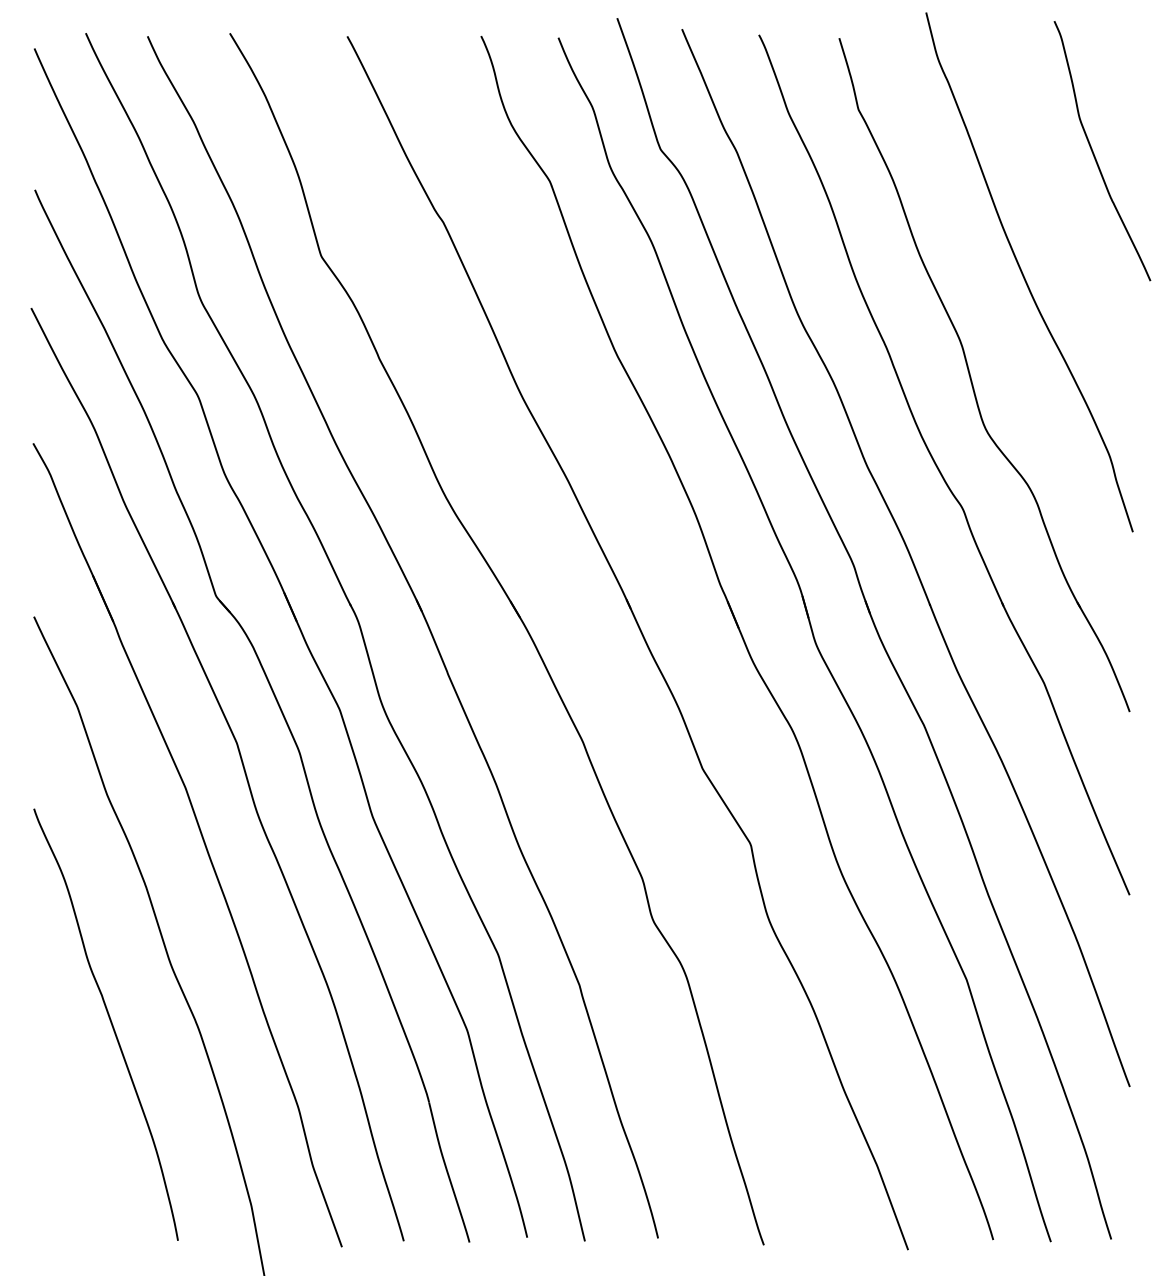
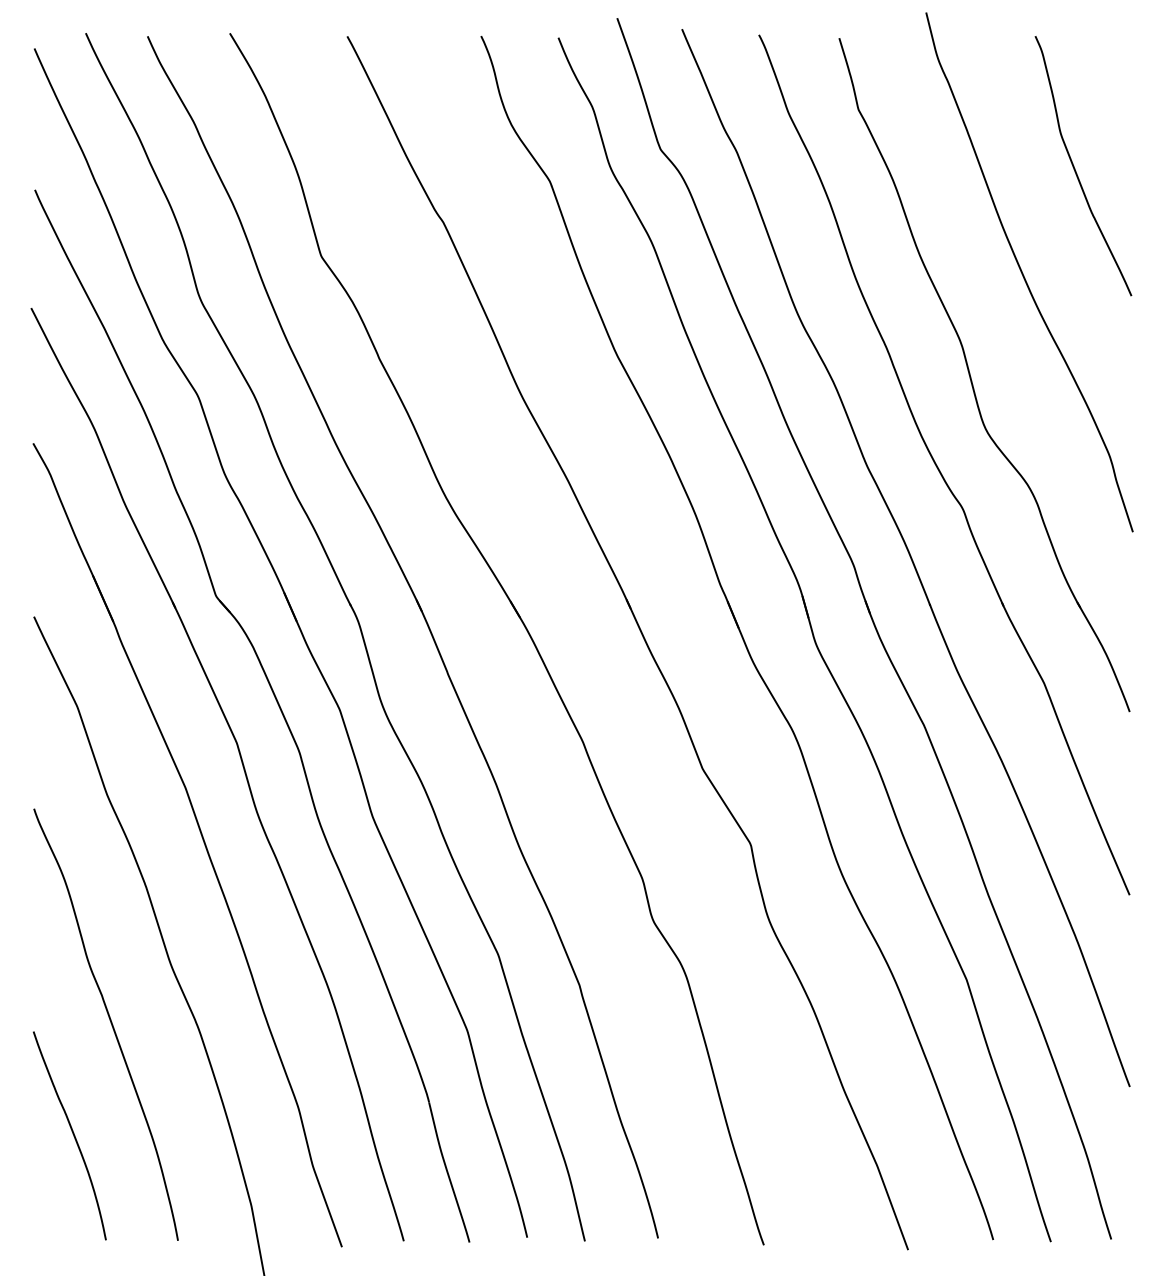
curve at (1094, 153) position: (1094, 153) -> (1075, 168)
curve at (72, 1134): none -> present
